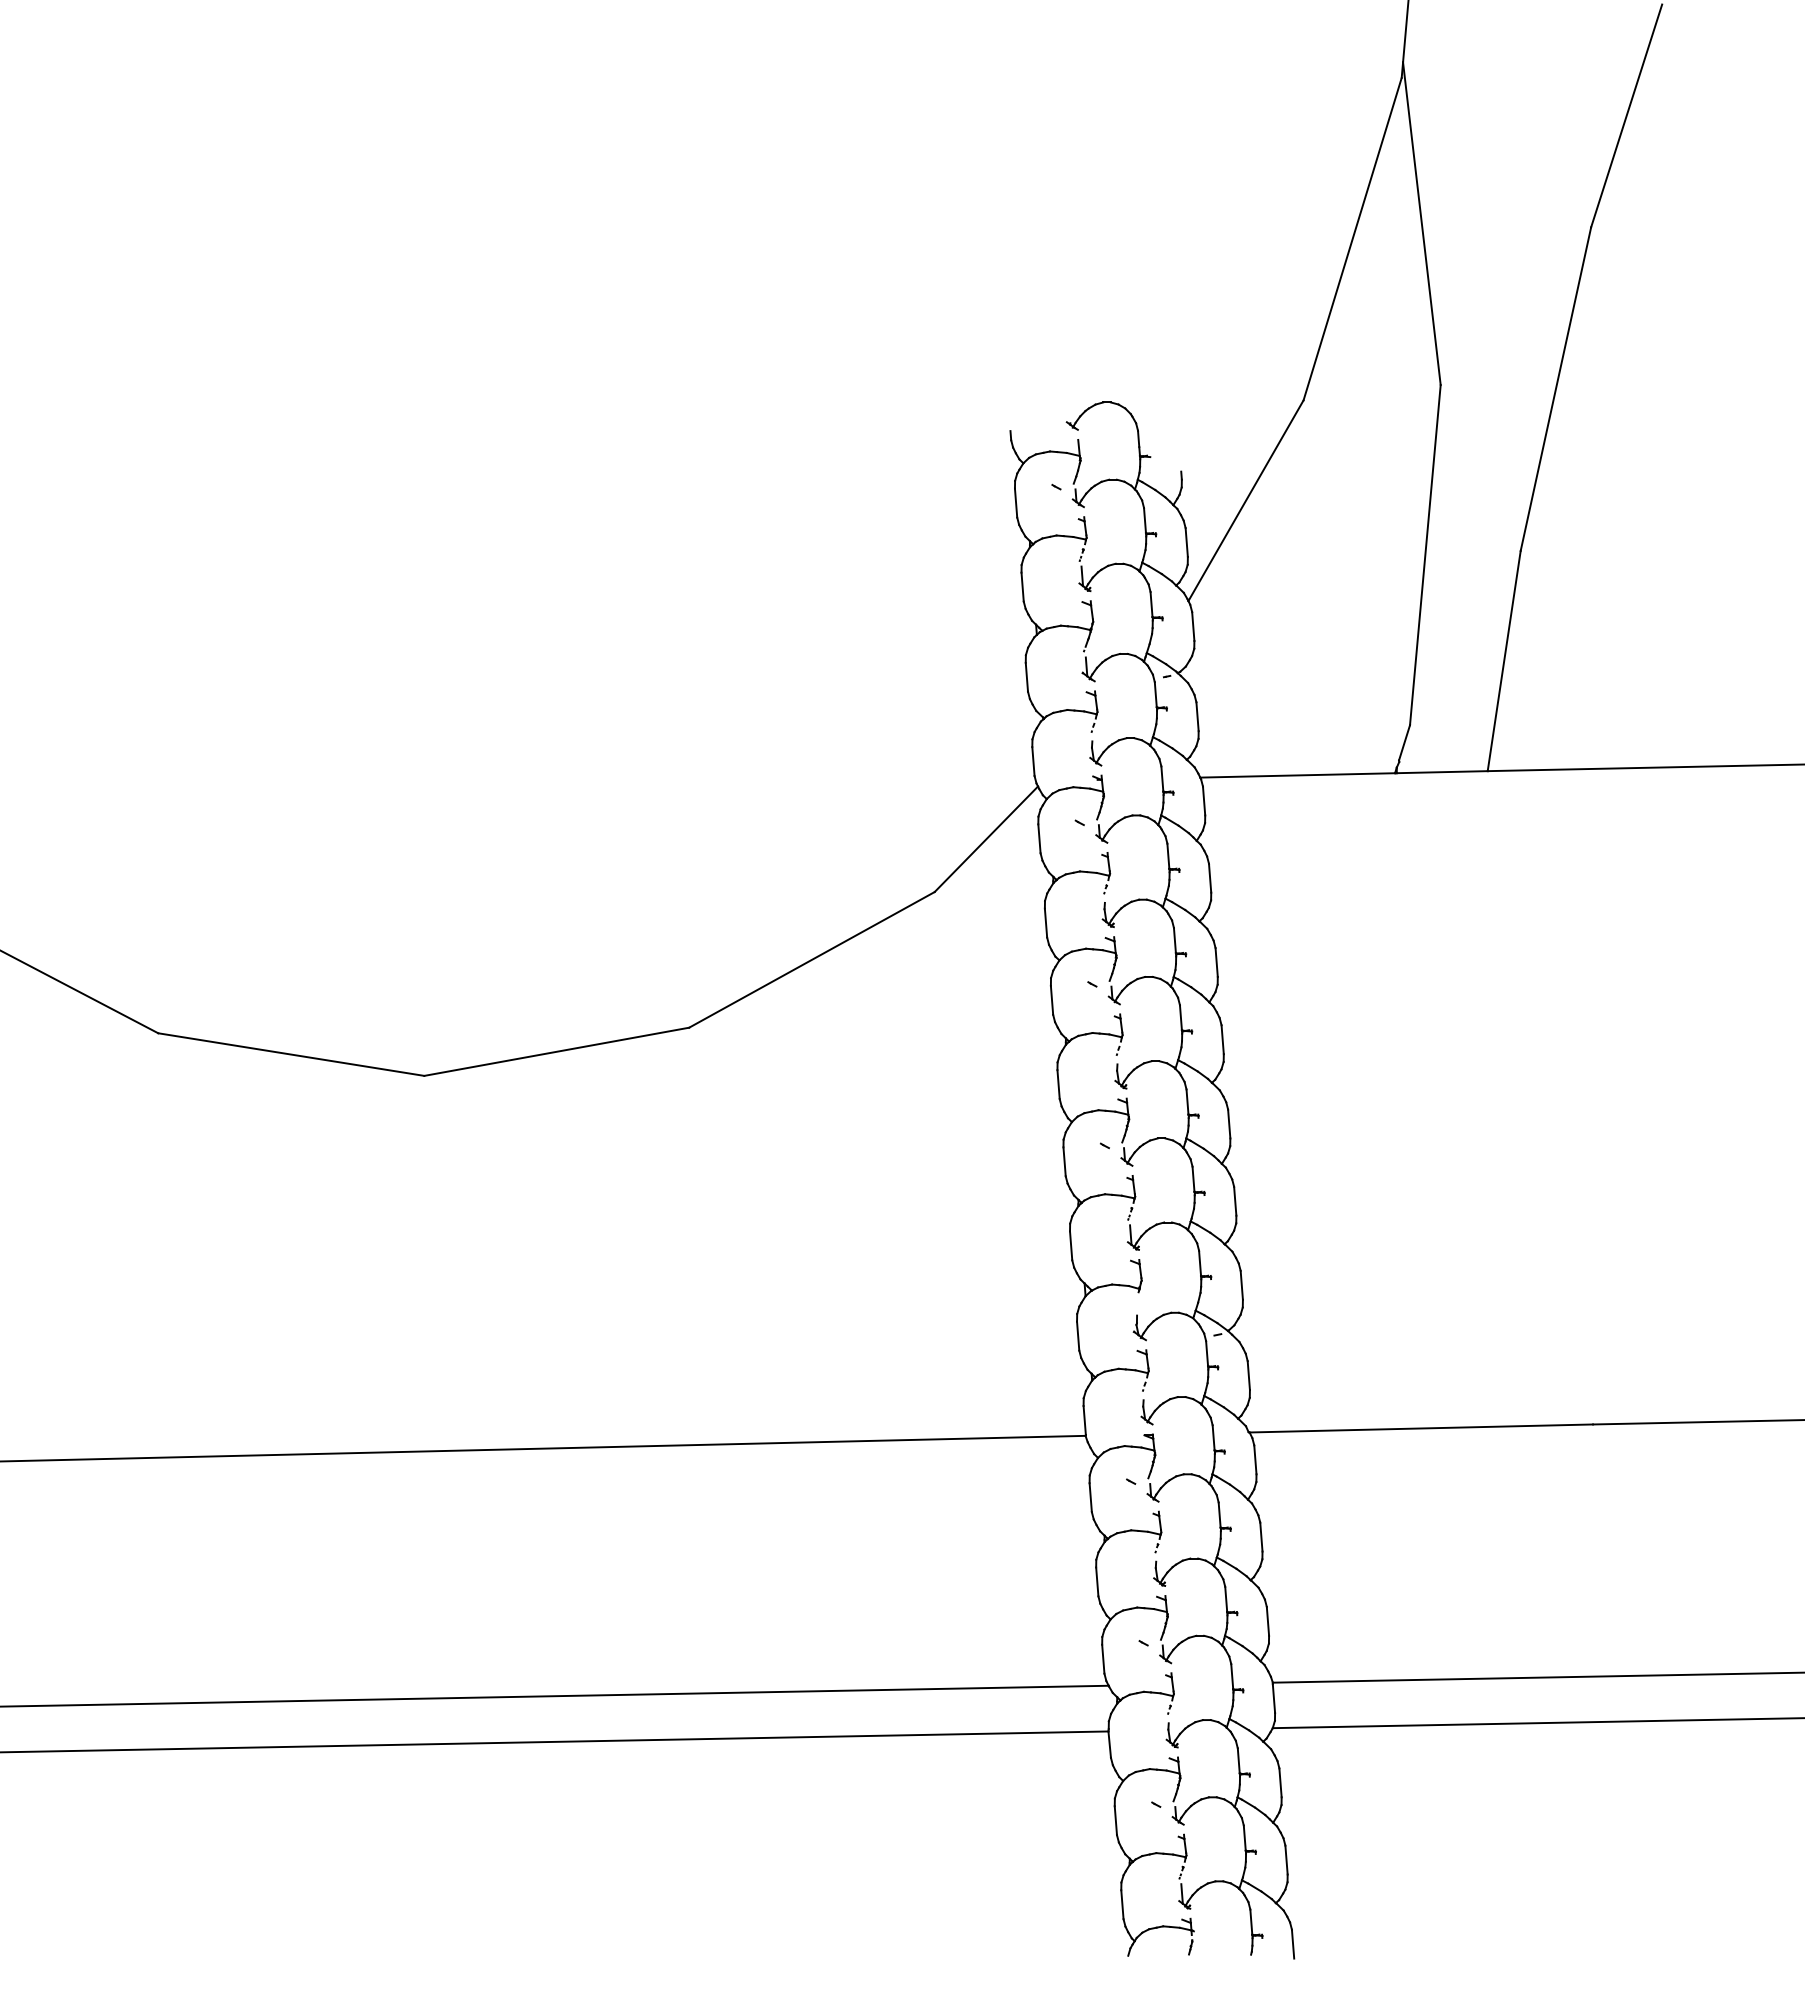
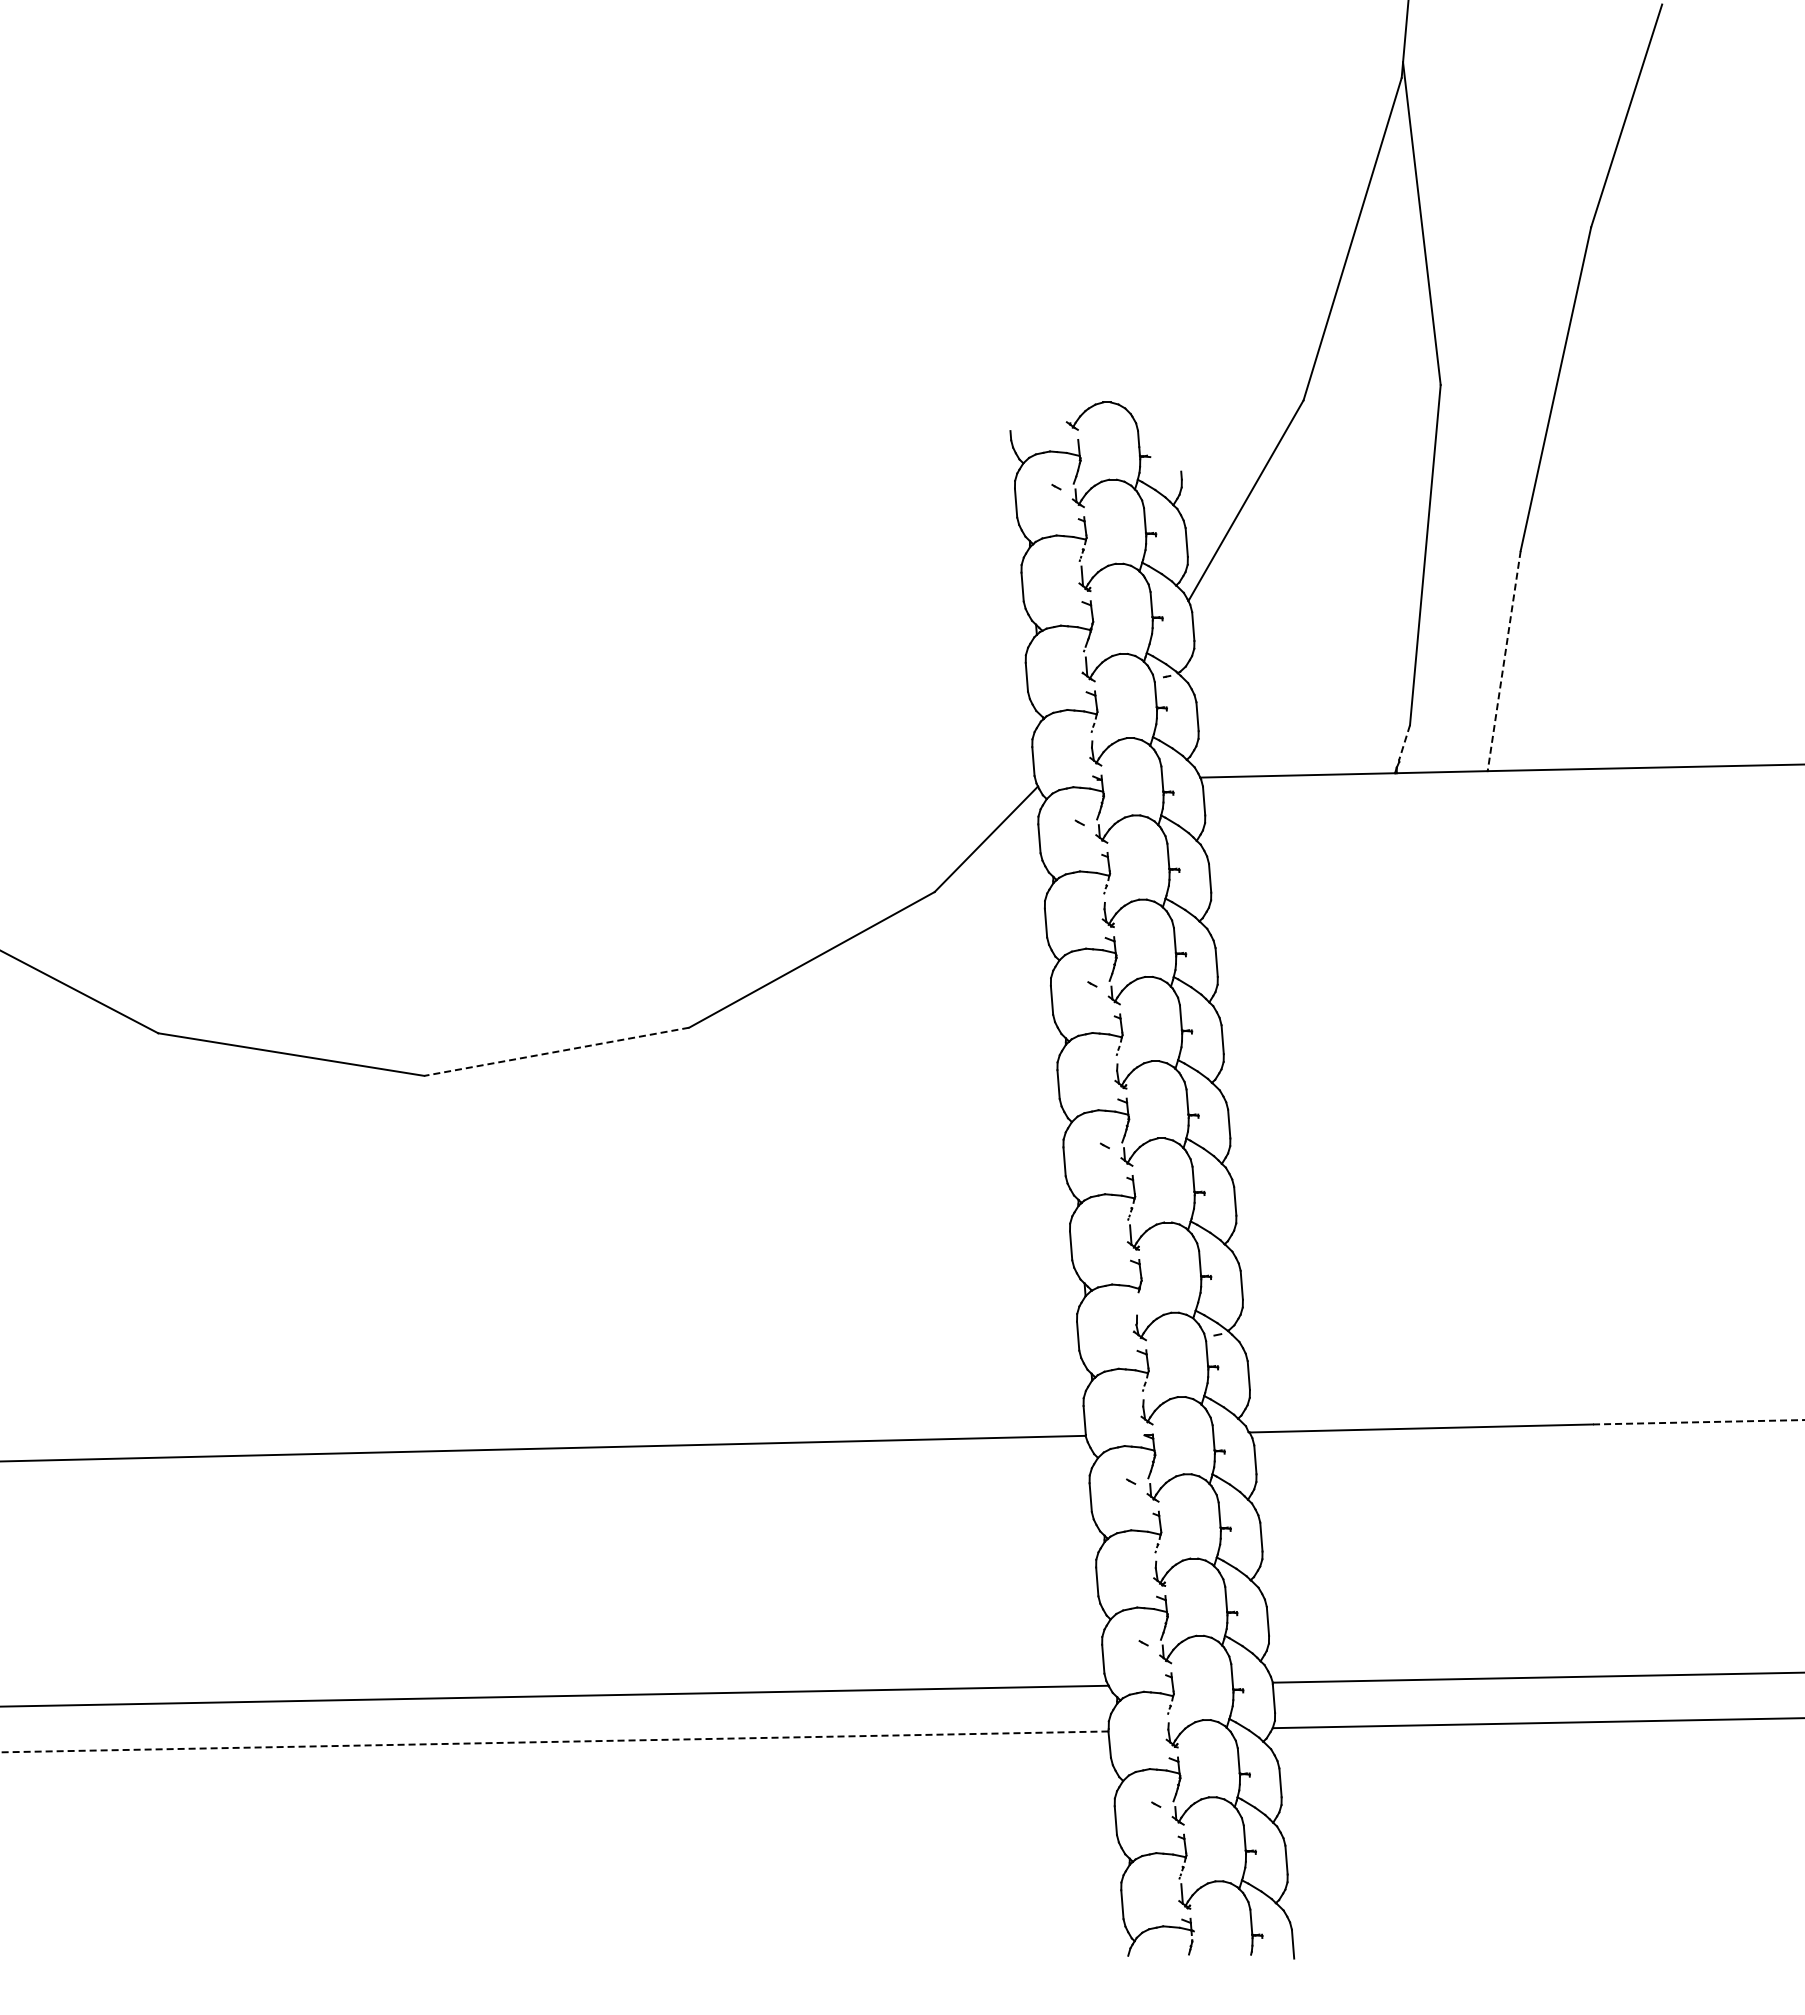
line at (1504, 661): solid -> dashed
line at (1404, 743): solid -> dashed
line at (556, 1051): solid -> dashed
line at (1699, 1422): solid -> dashed
line at (554, 1741): solid -> dashed
